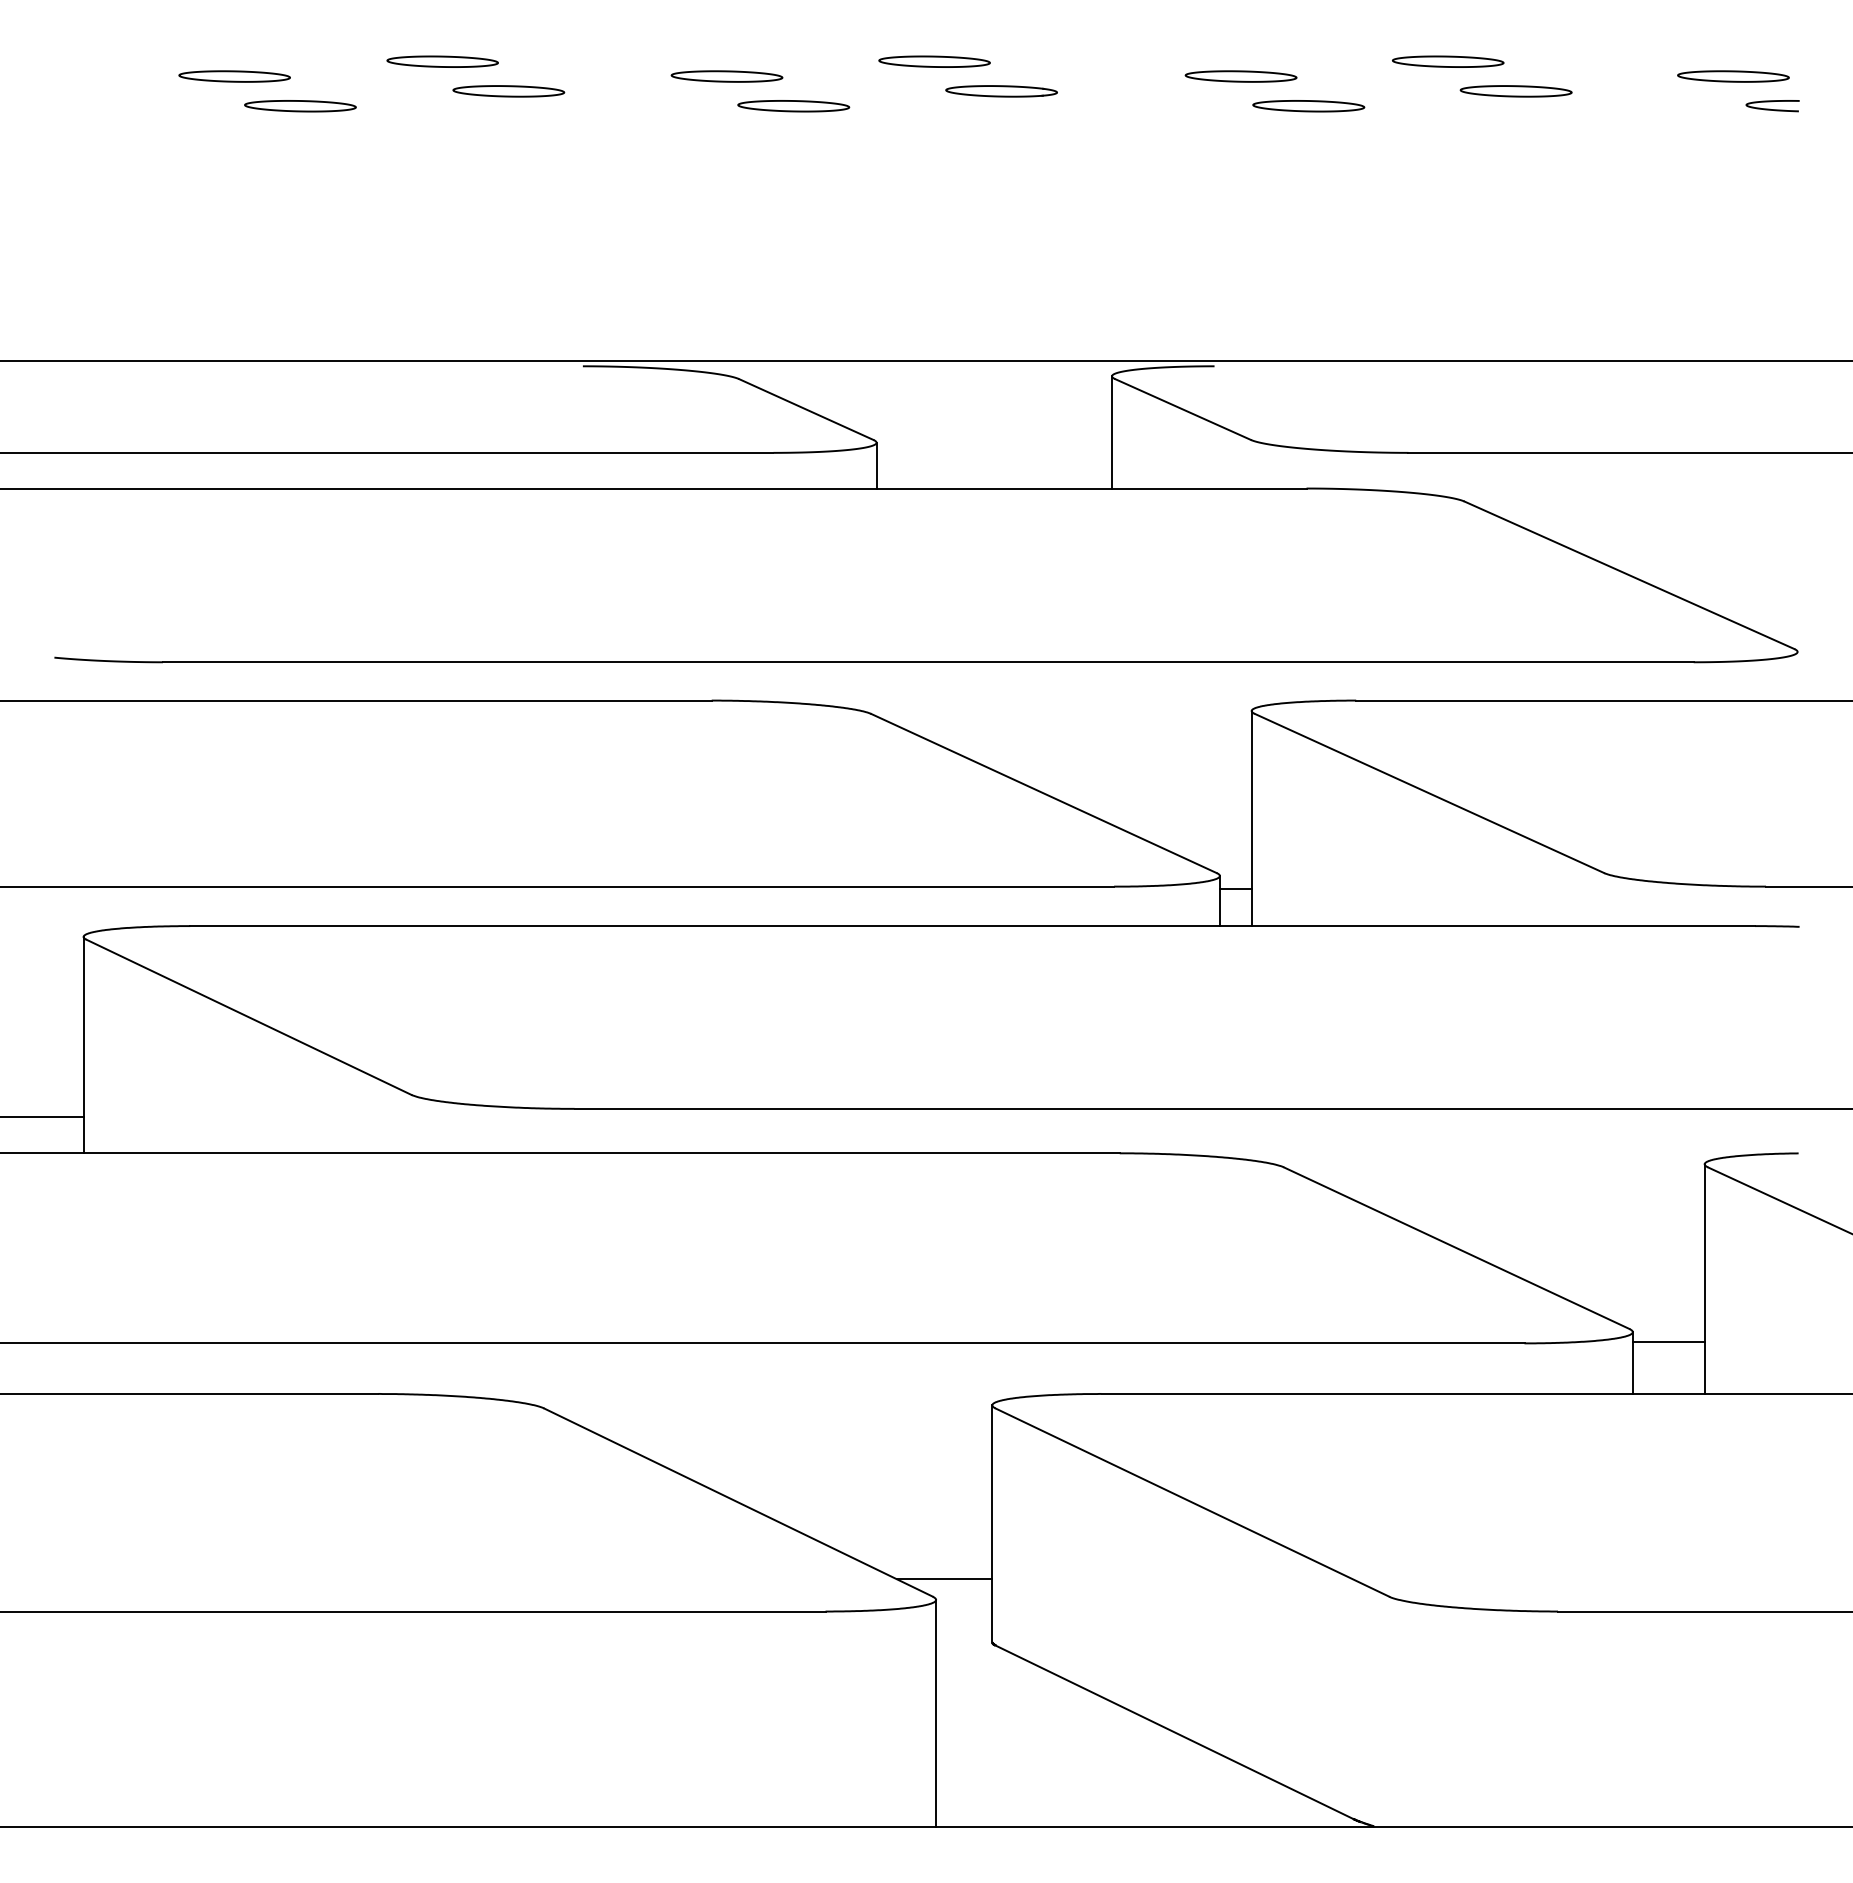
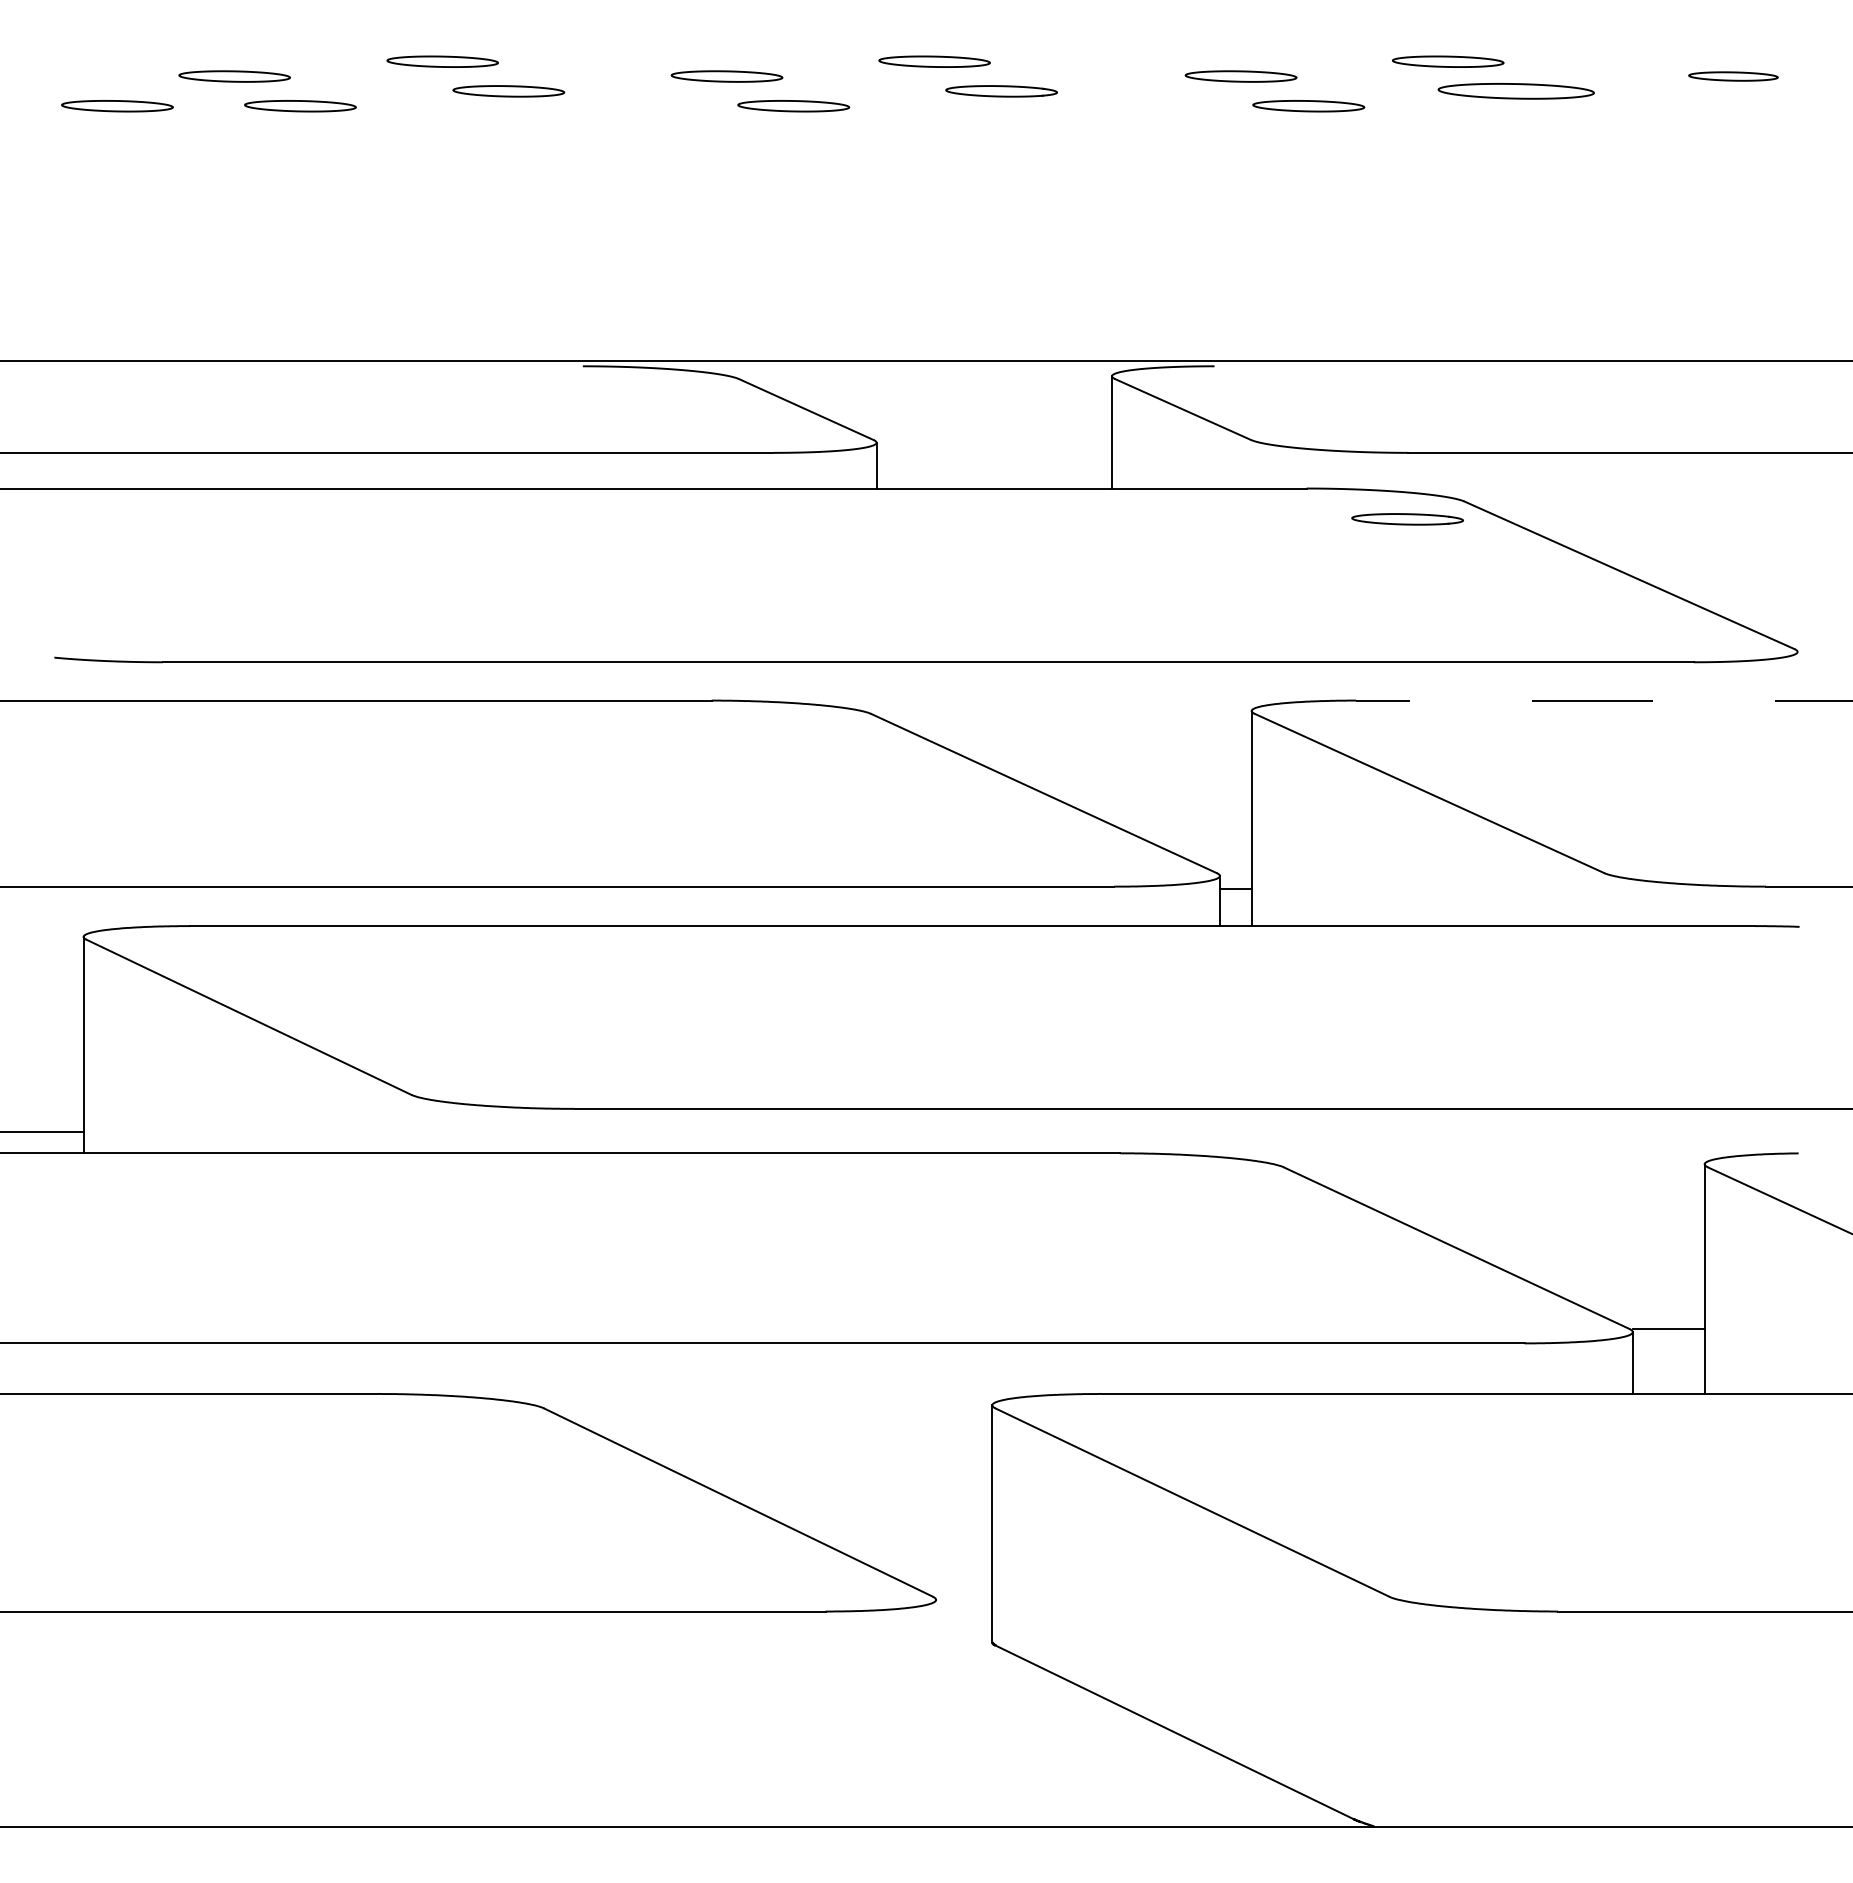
part at (1733, 76) size: 113x13 px -> 91x11 px
part at (1515, 91) size: 114x13 px -> 158x17 px
part at (117, 106): none -> present
curve at (1770, 108): present -> none
part at (1407, 519): none -> present
line at (1604, 700): solid -> dashed
line at (42, 1116) position: (42, 1116) -> (42, 1131)
line at (1668, 1341) position: (1668, 1341) -> (1668, 1328)
line at (944, 1579): present -> none
line at (936, 1712): present -> none
